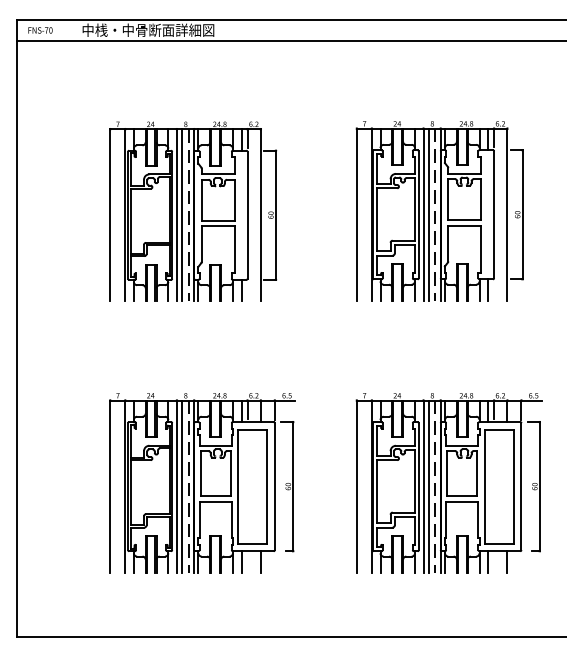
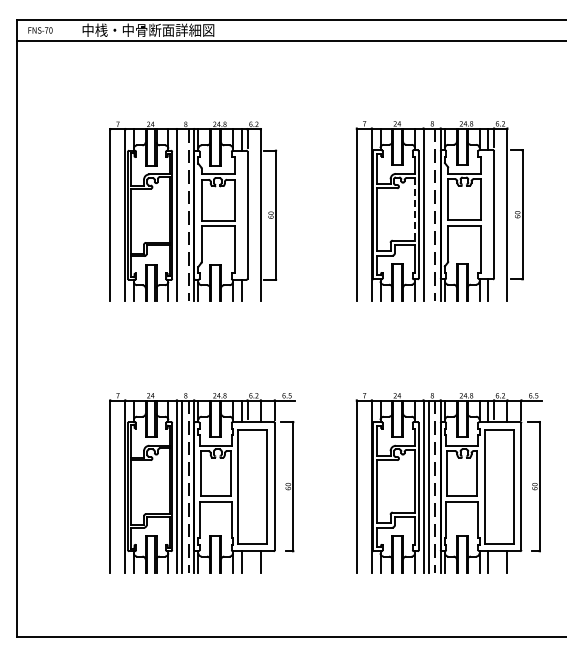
line at (414, 209): solid -> dashed
line at (428, 214): present -> none
line at (182, 215): present -> none
